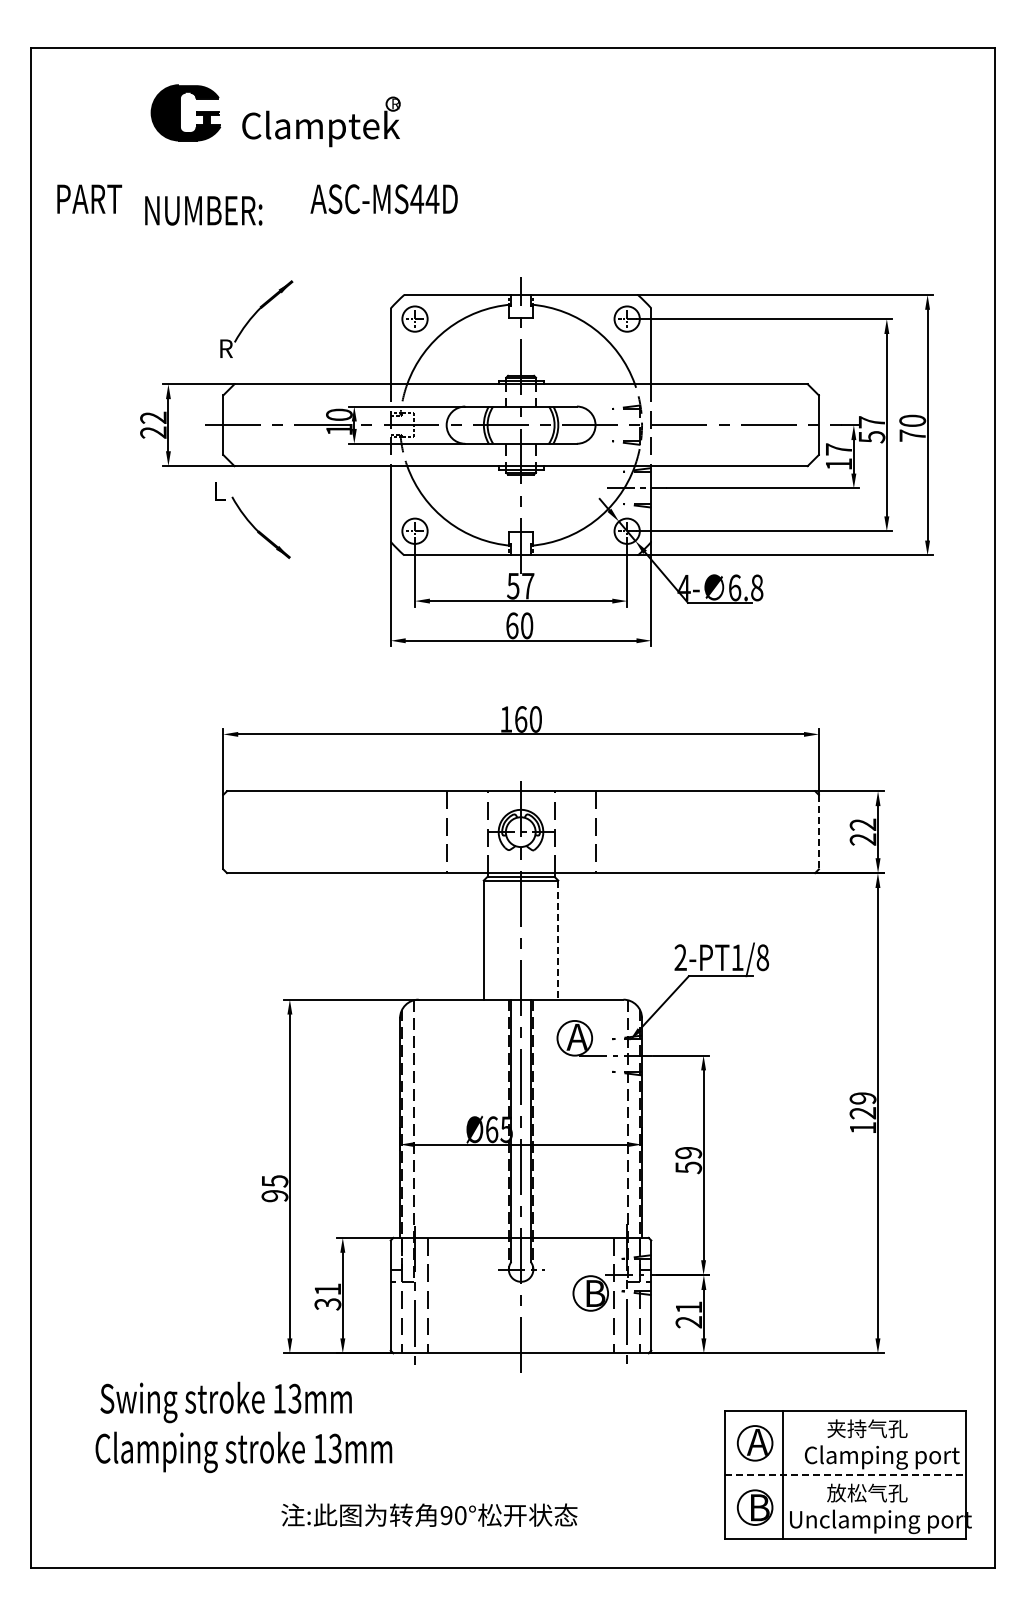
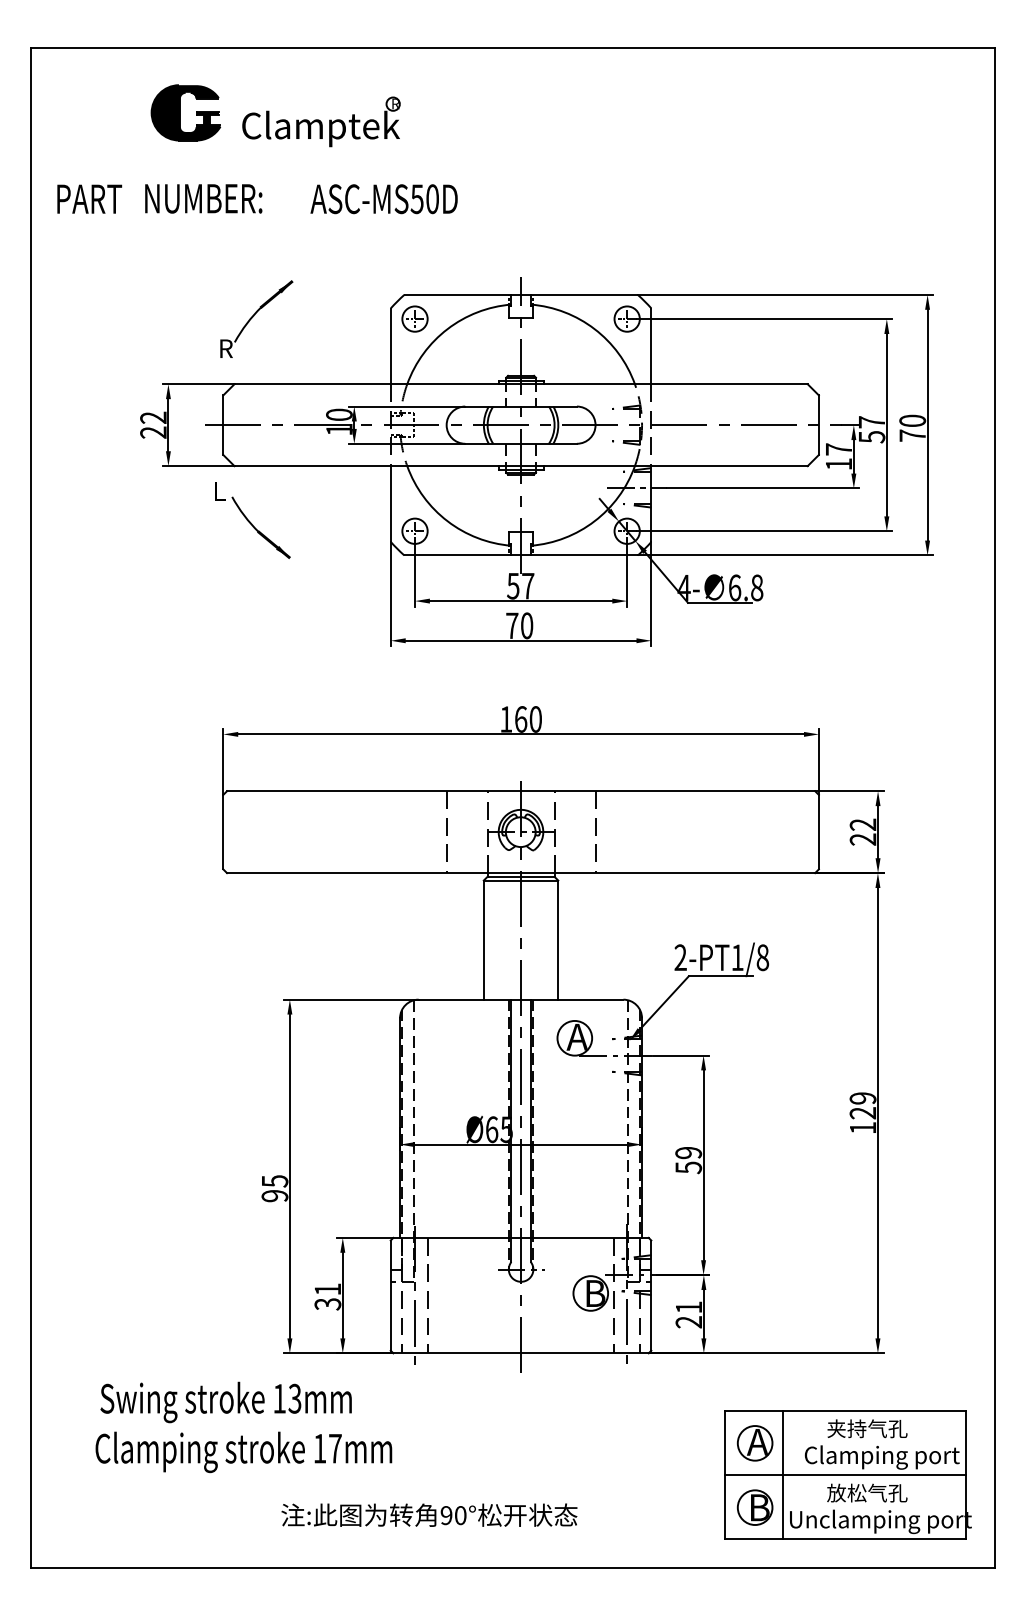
text at (424, 199): ASC-MS44D -> ASC-MS50D
text at (203, 210) position: (203, 210) -> (203, 198)
text at (512, 625): 60 -> 70
line at (818, 832): dashed -> solid
line at (558, 940): dashed -> solid
text at (334, 1448): 13mm -> 17mm
line at (845, 1475): dashed -> solid
